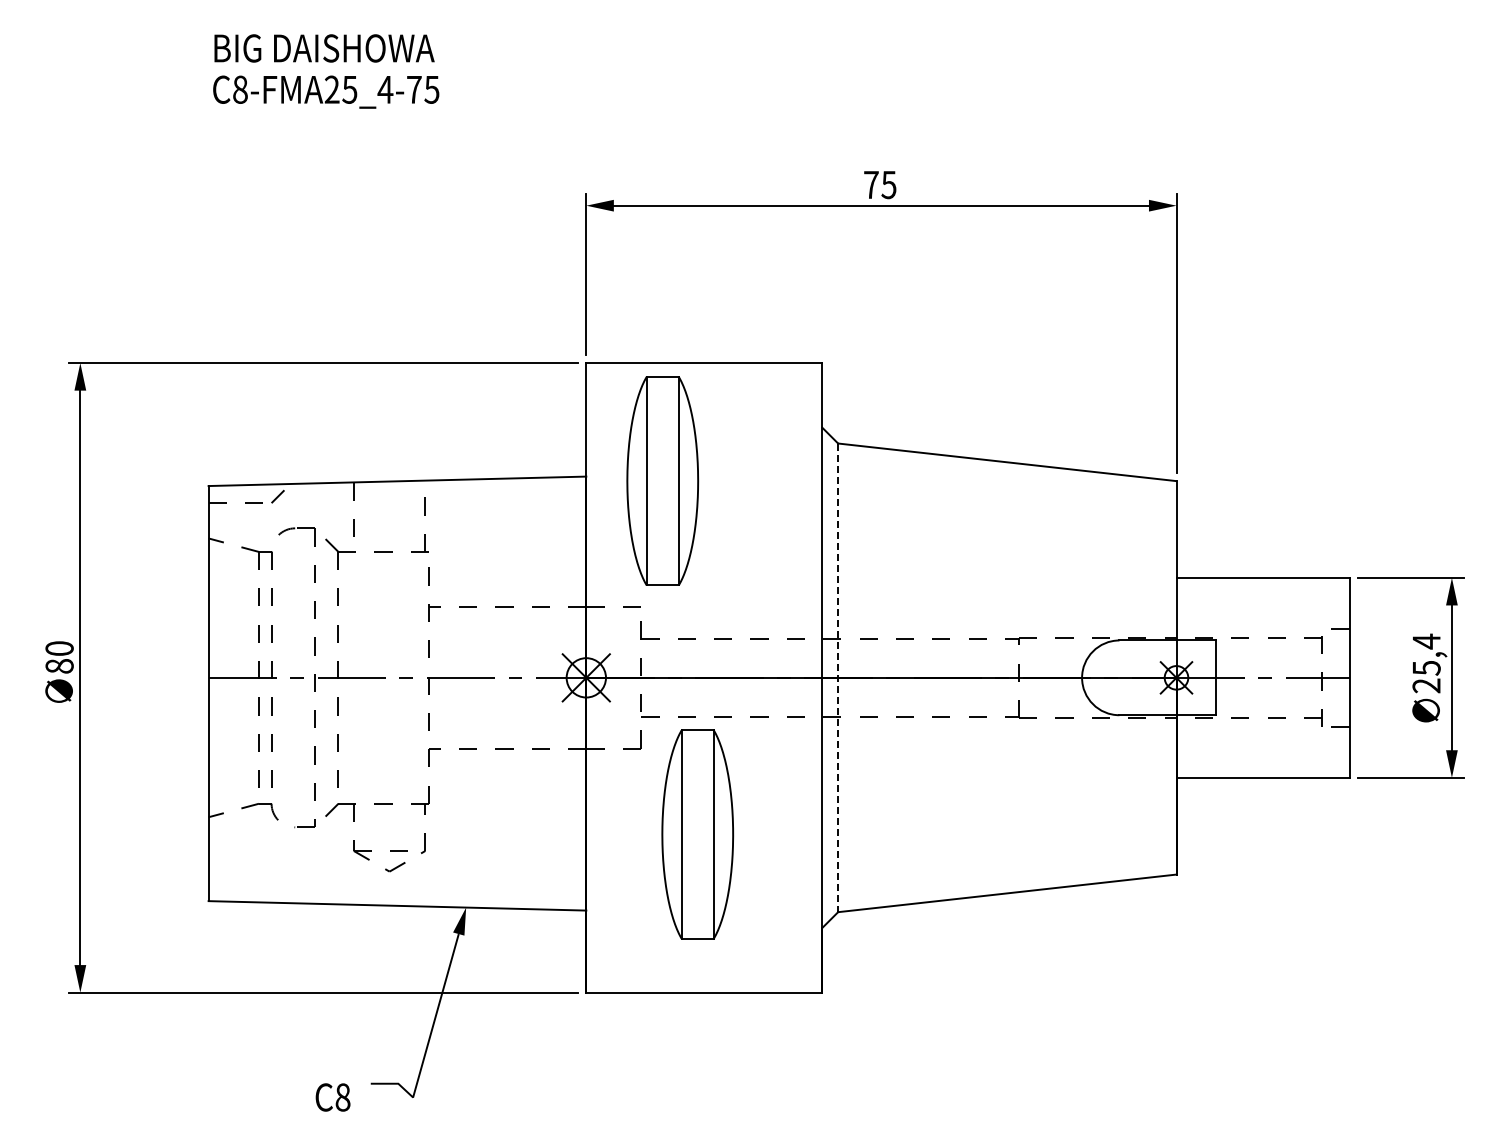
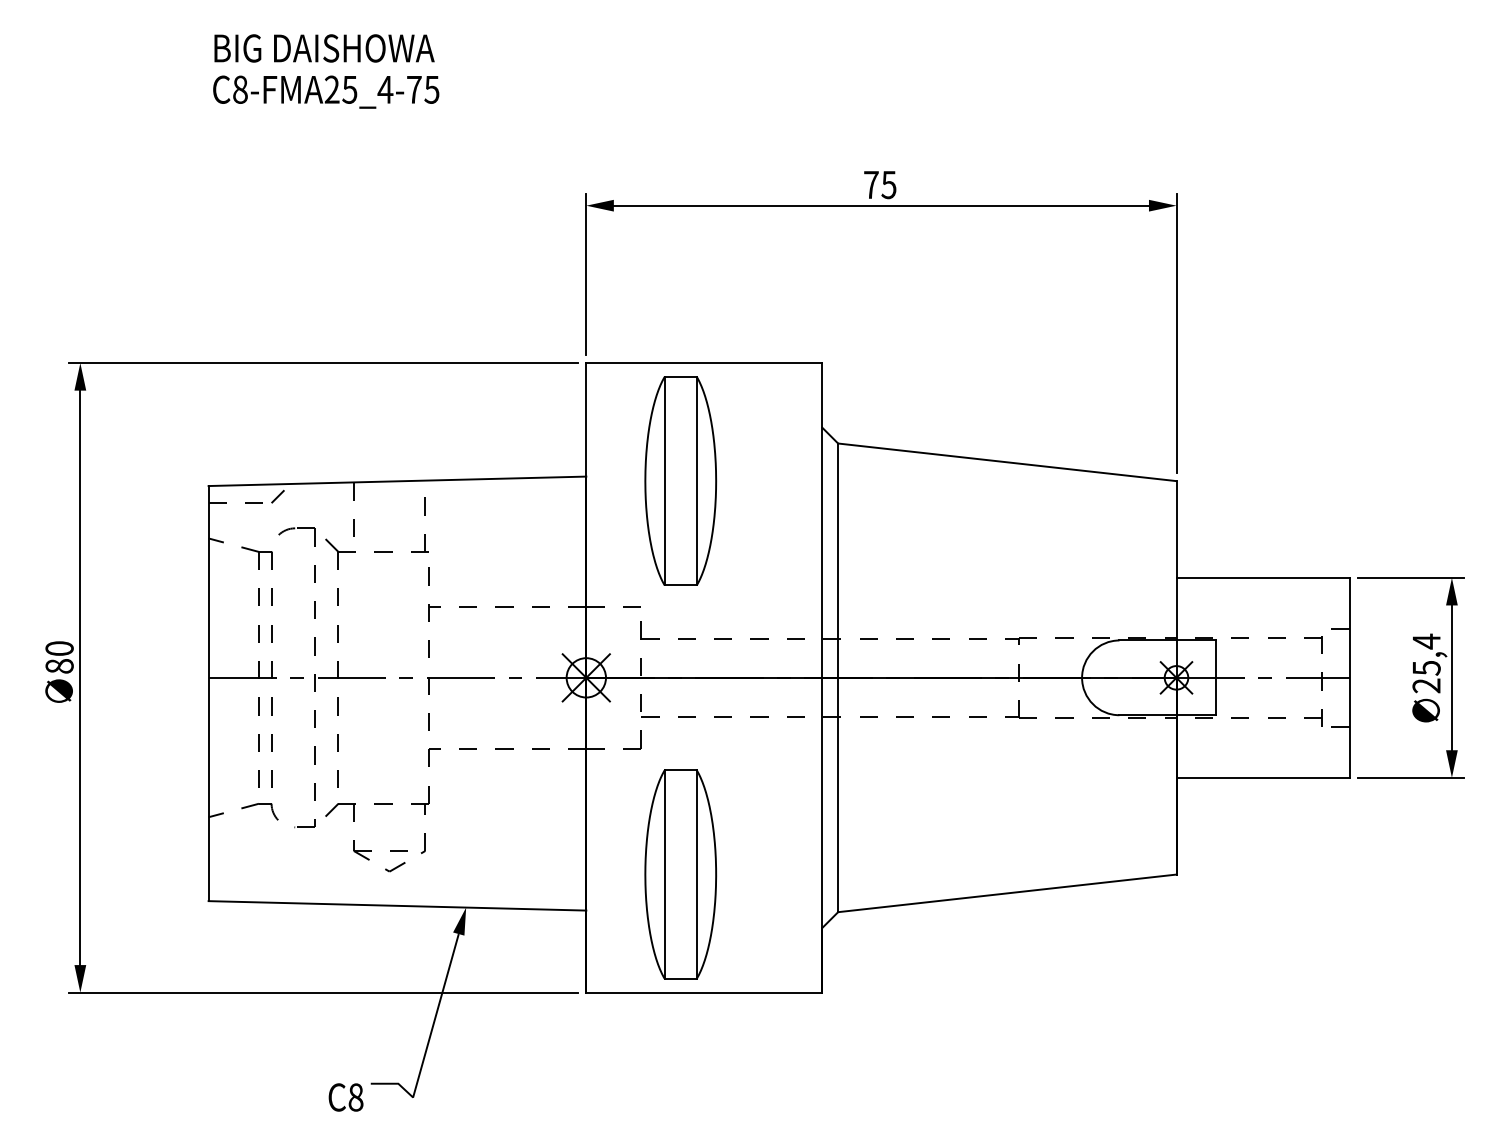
part at (662, 480) position: (662, 480) -> (680, 480)
line at (838, 678): dashed -> solid
part at (697, 834) position: (697, 834) -> (680, 874)
text at (332, 1097) position: (332, 1097) -> (345, 1097)
